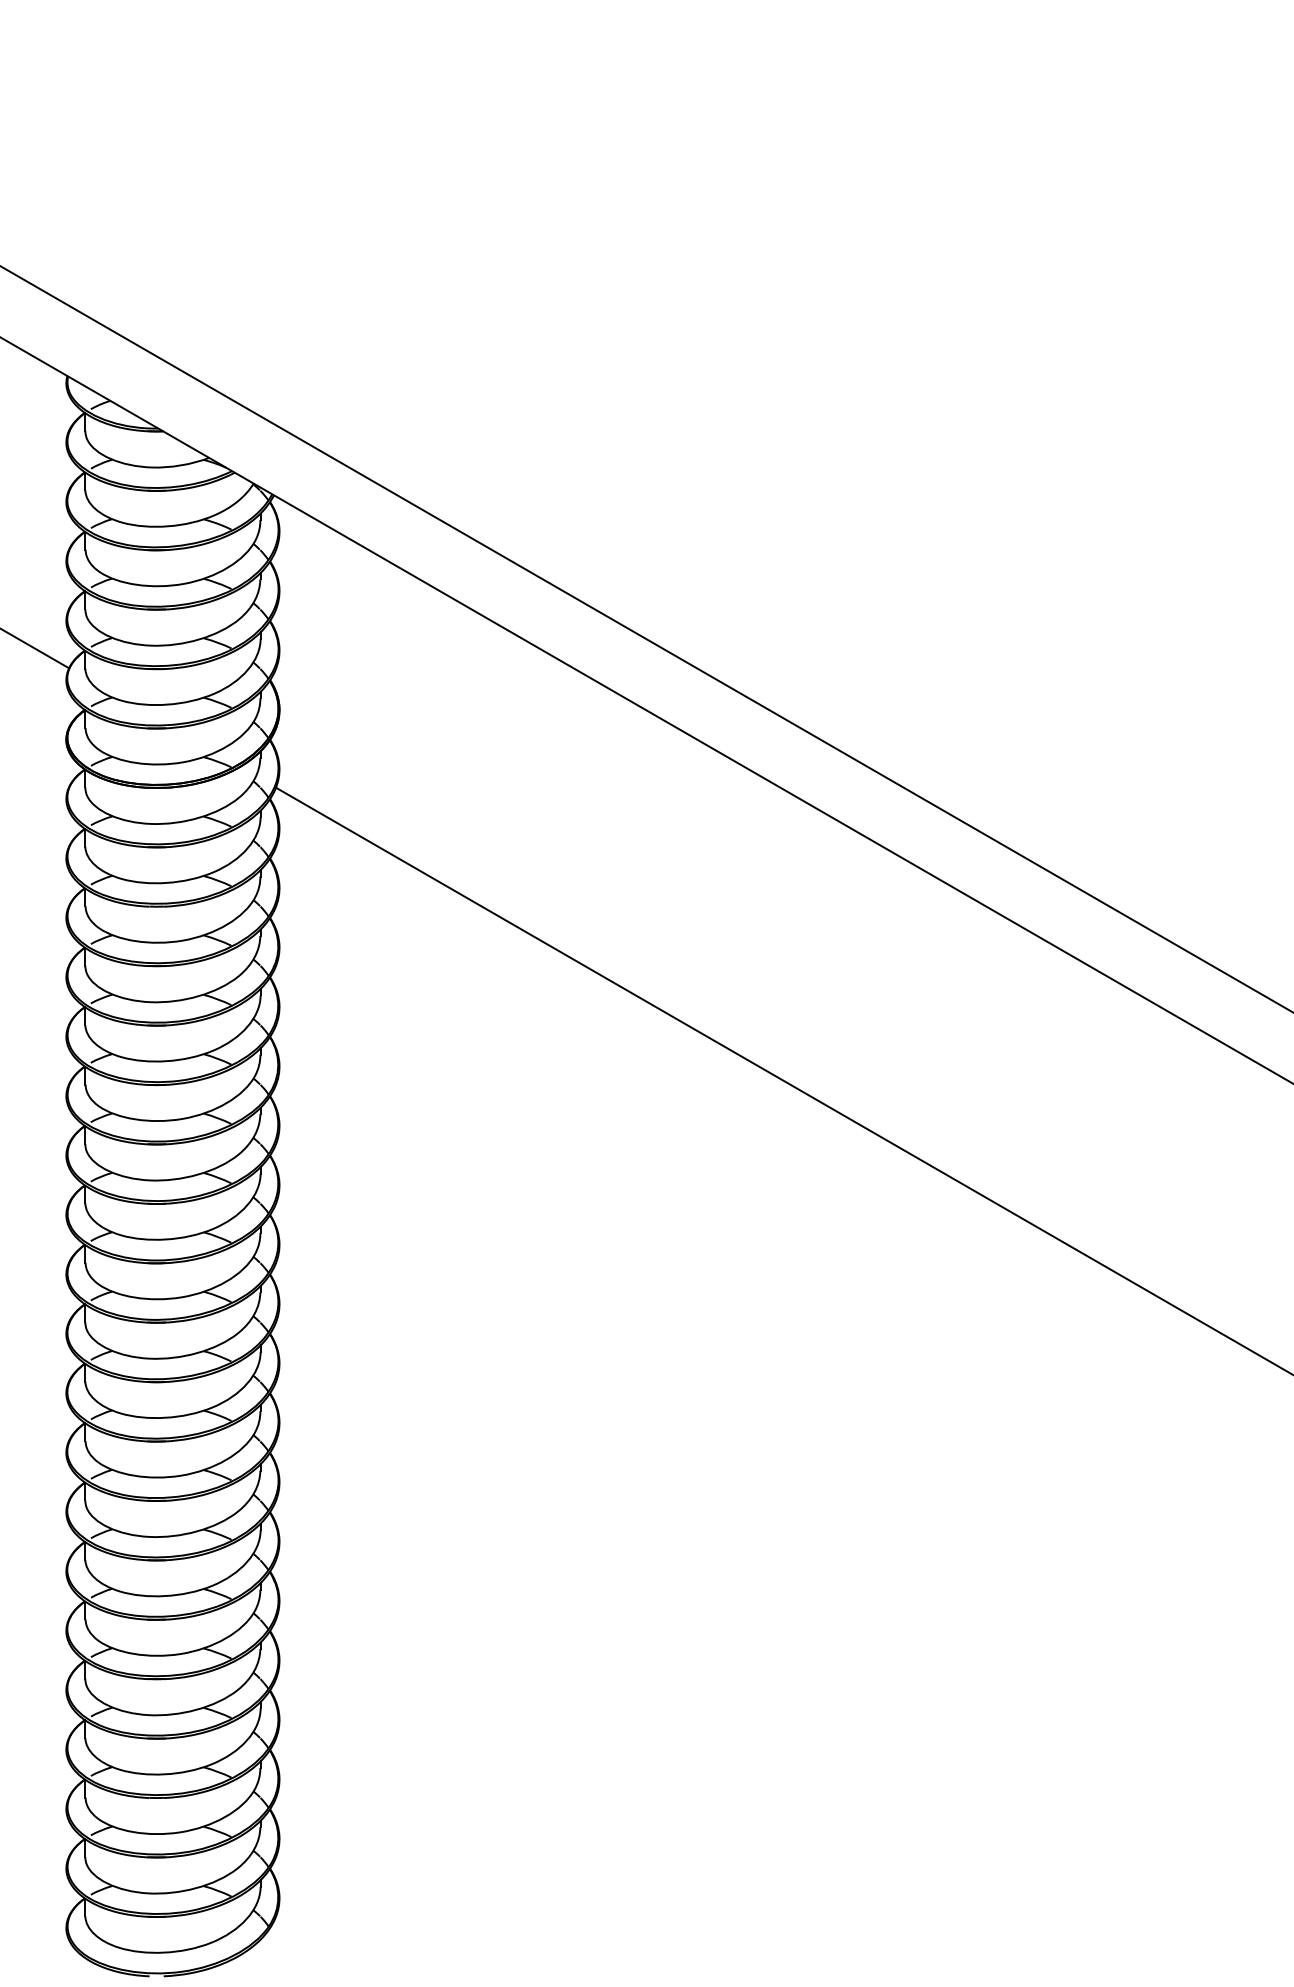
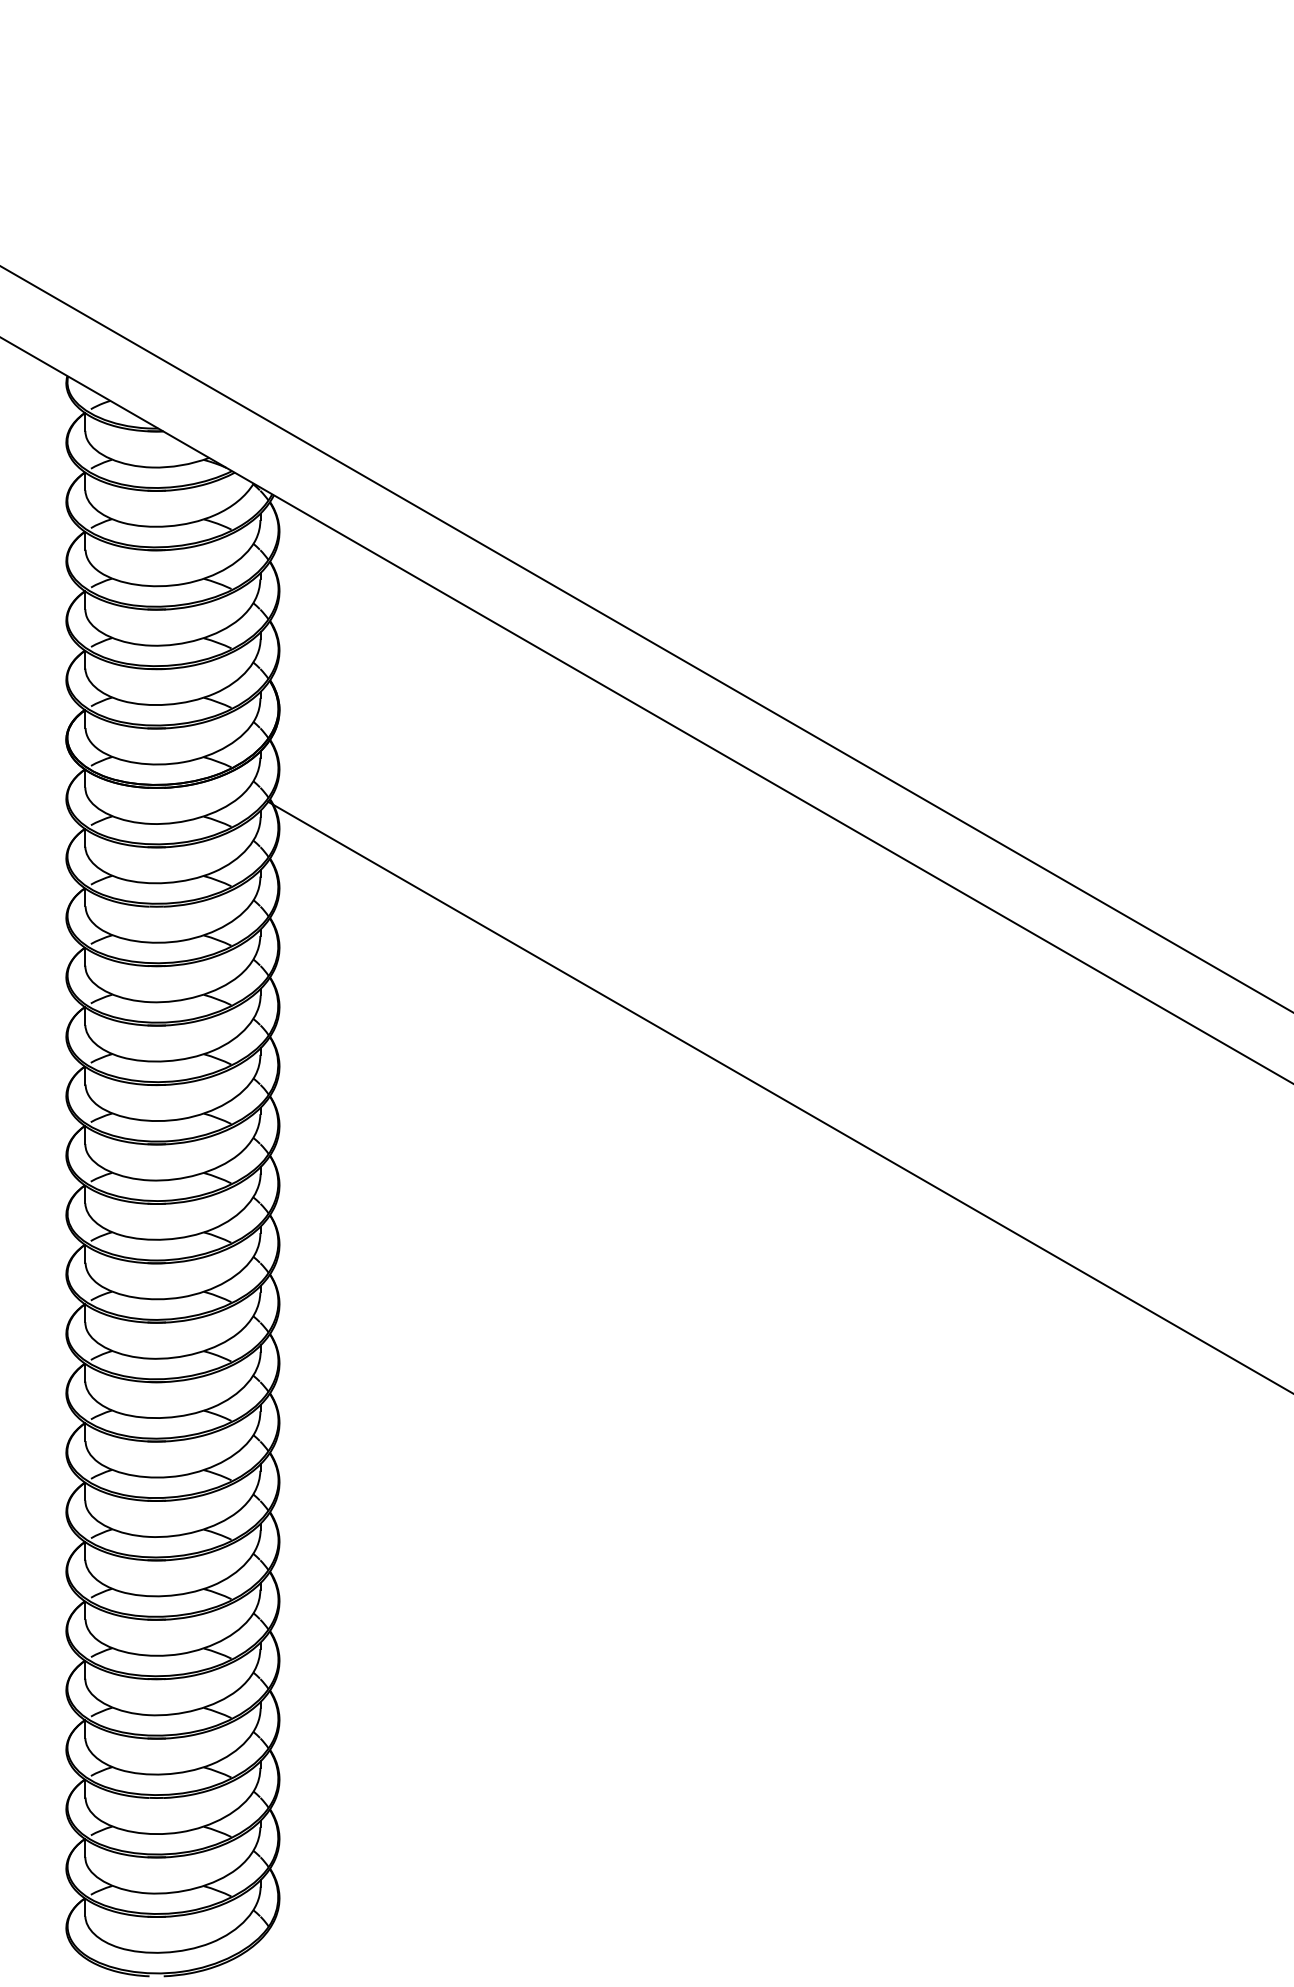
line at (35, 648): present -> none
line at (783, 1080) position: (783, 1080) -> (779, 1096)
